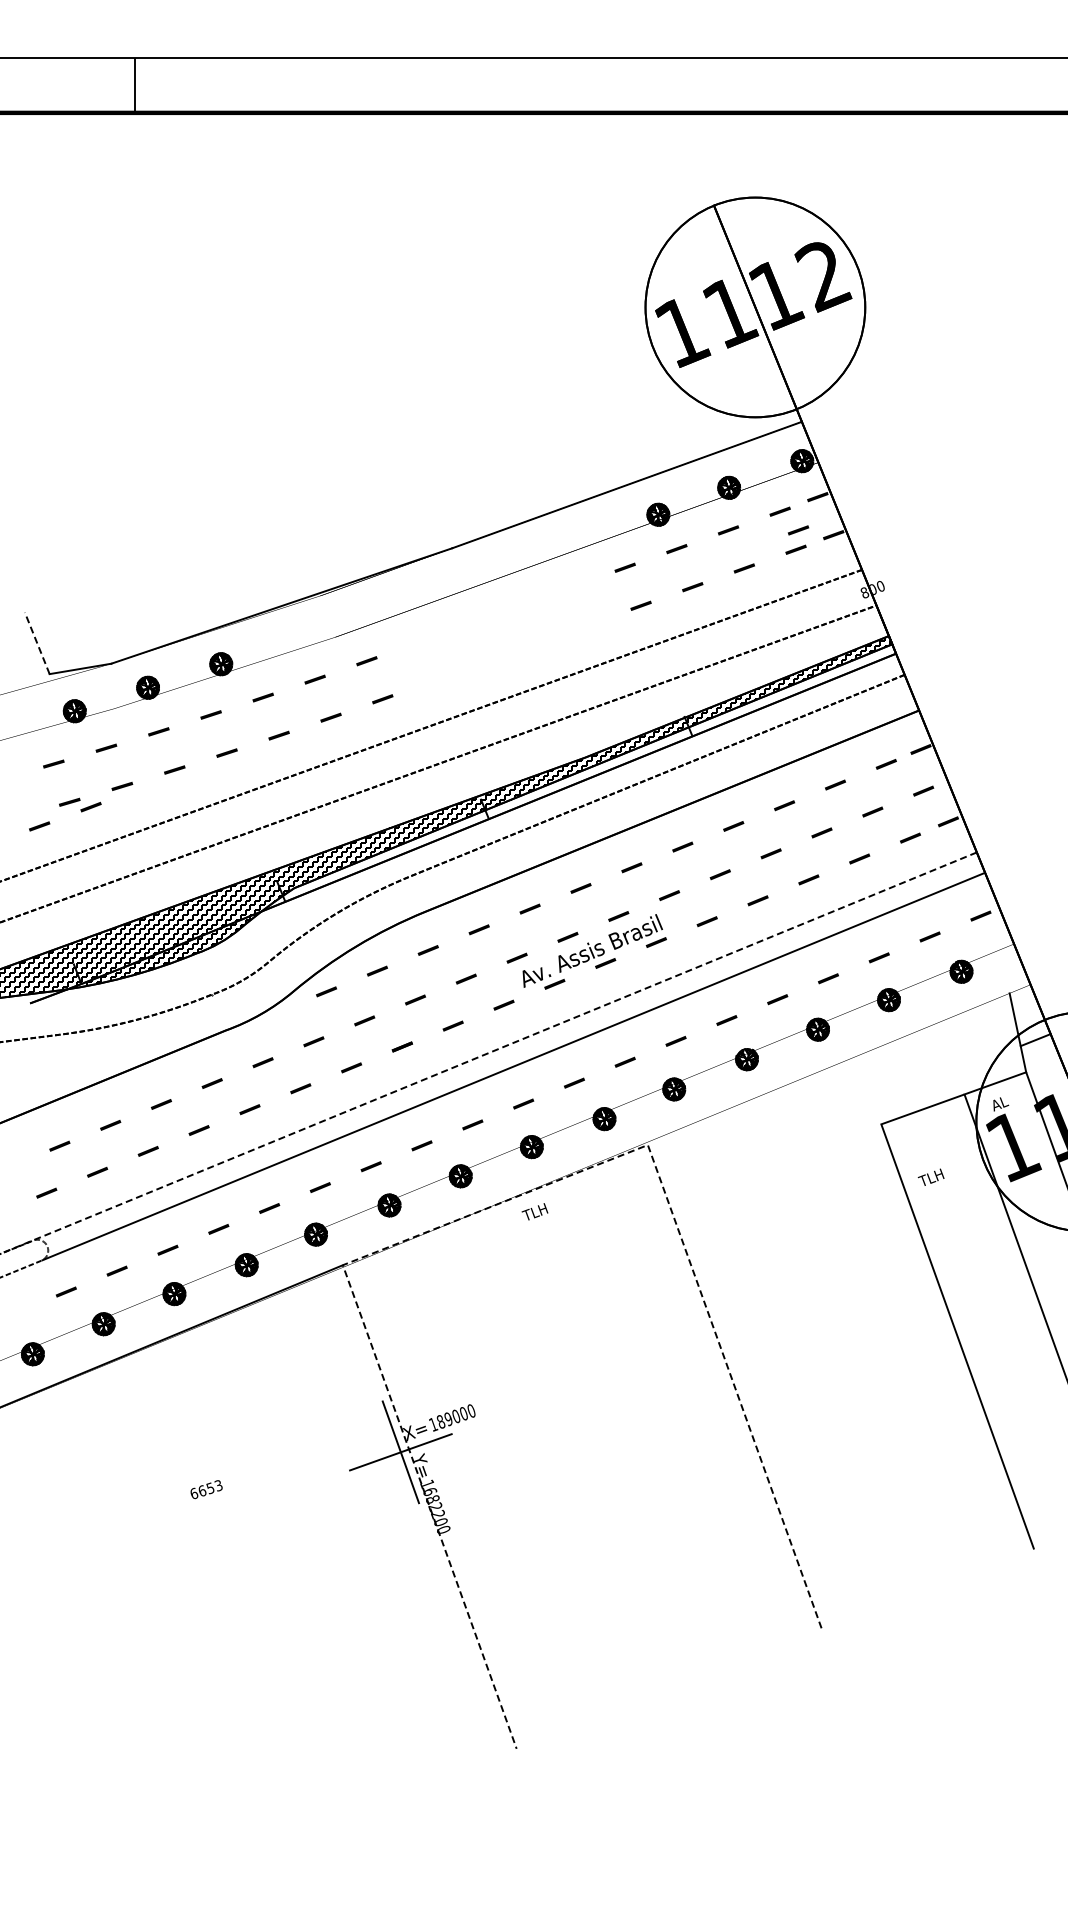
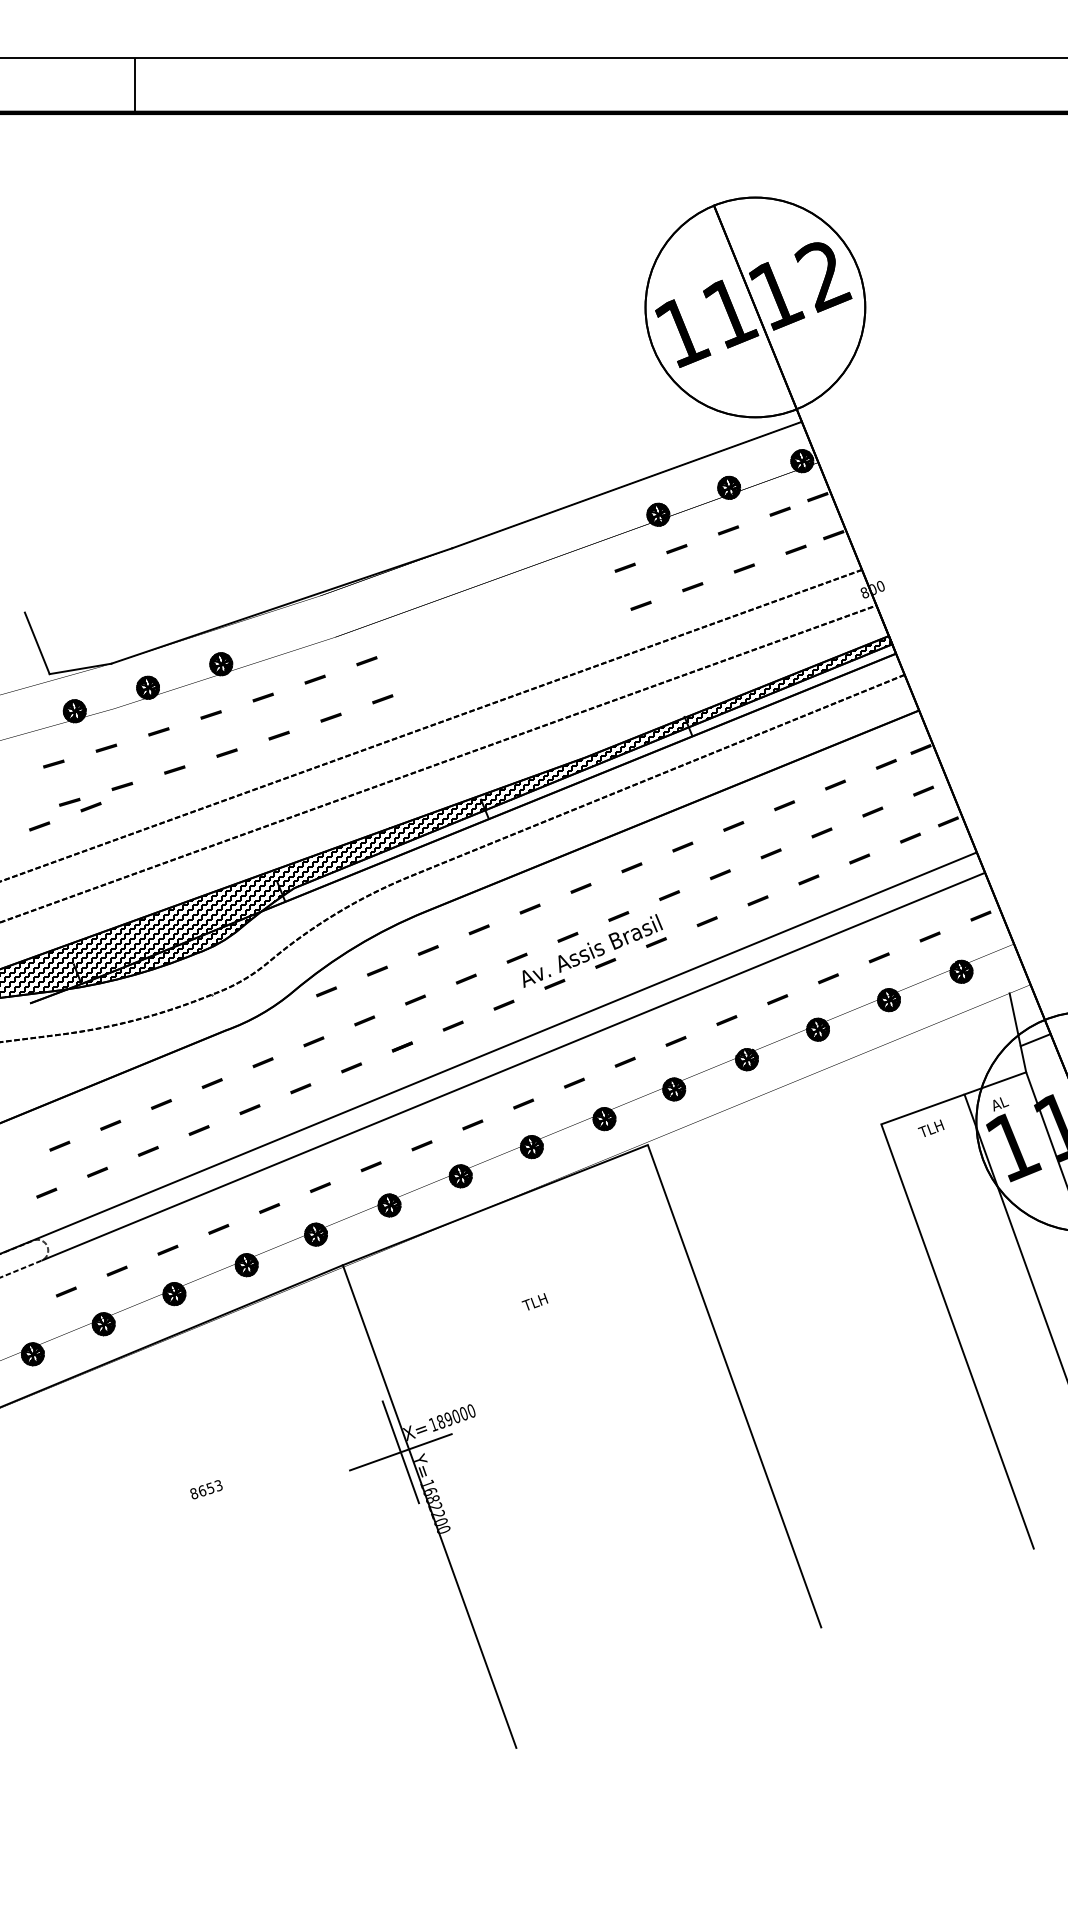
line at (798, 530): present -> none
line at (37, 642): dashed -> solid
line at (487, 1053): dashed -> solid
text at (930, 1176) position: (930, 1176) -> (930, 1127)
line at (495, 1205): dashed -> solid
text at (534, 1211) position: (534, 1211) -> (534, 1301)
text at (193, 1493): 6653 -> 8653
